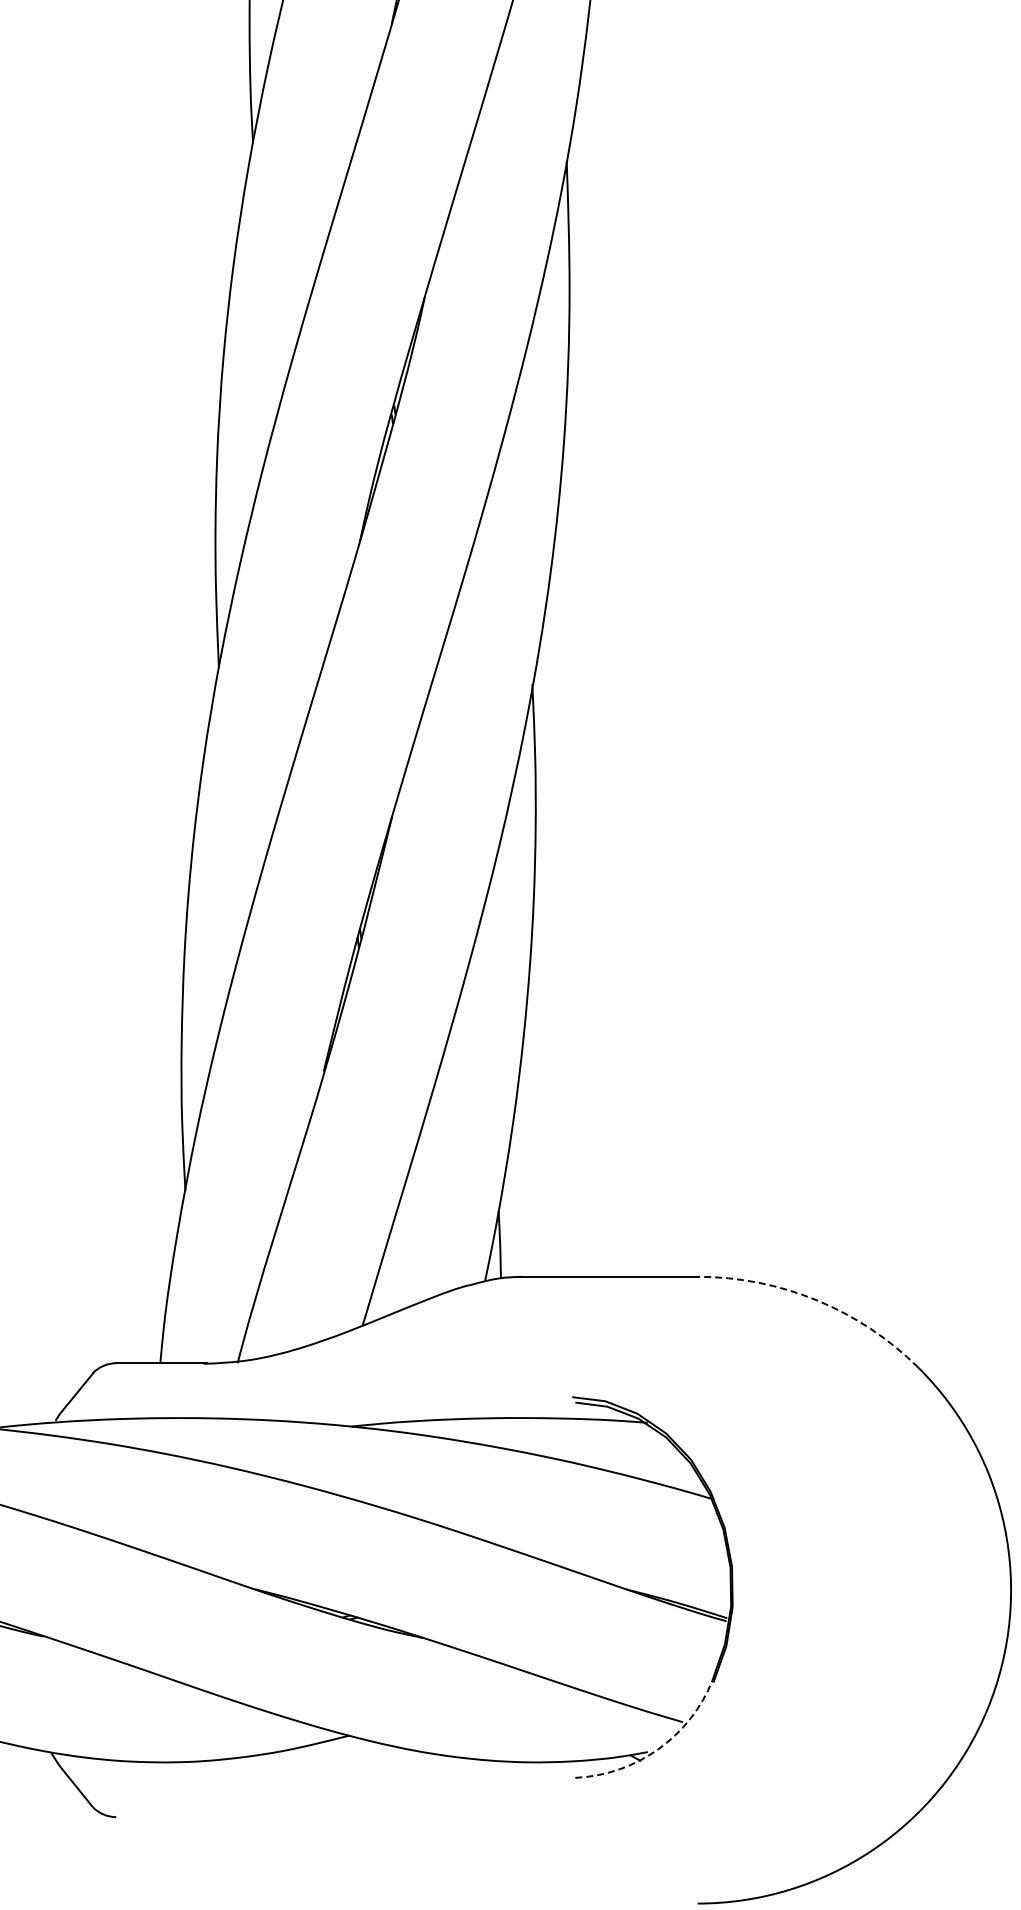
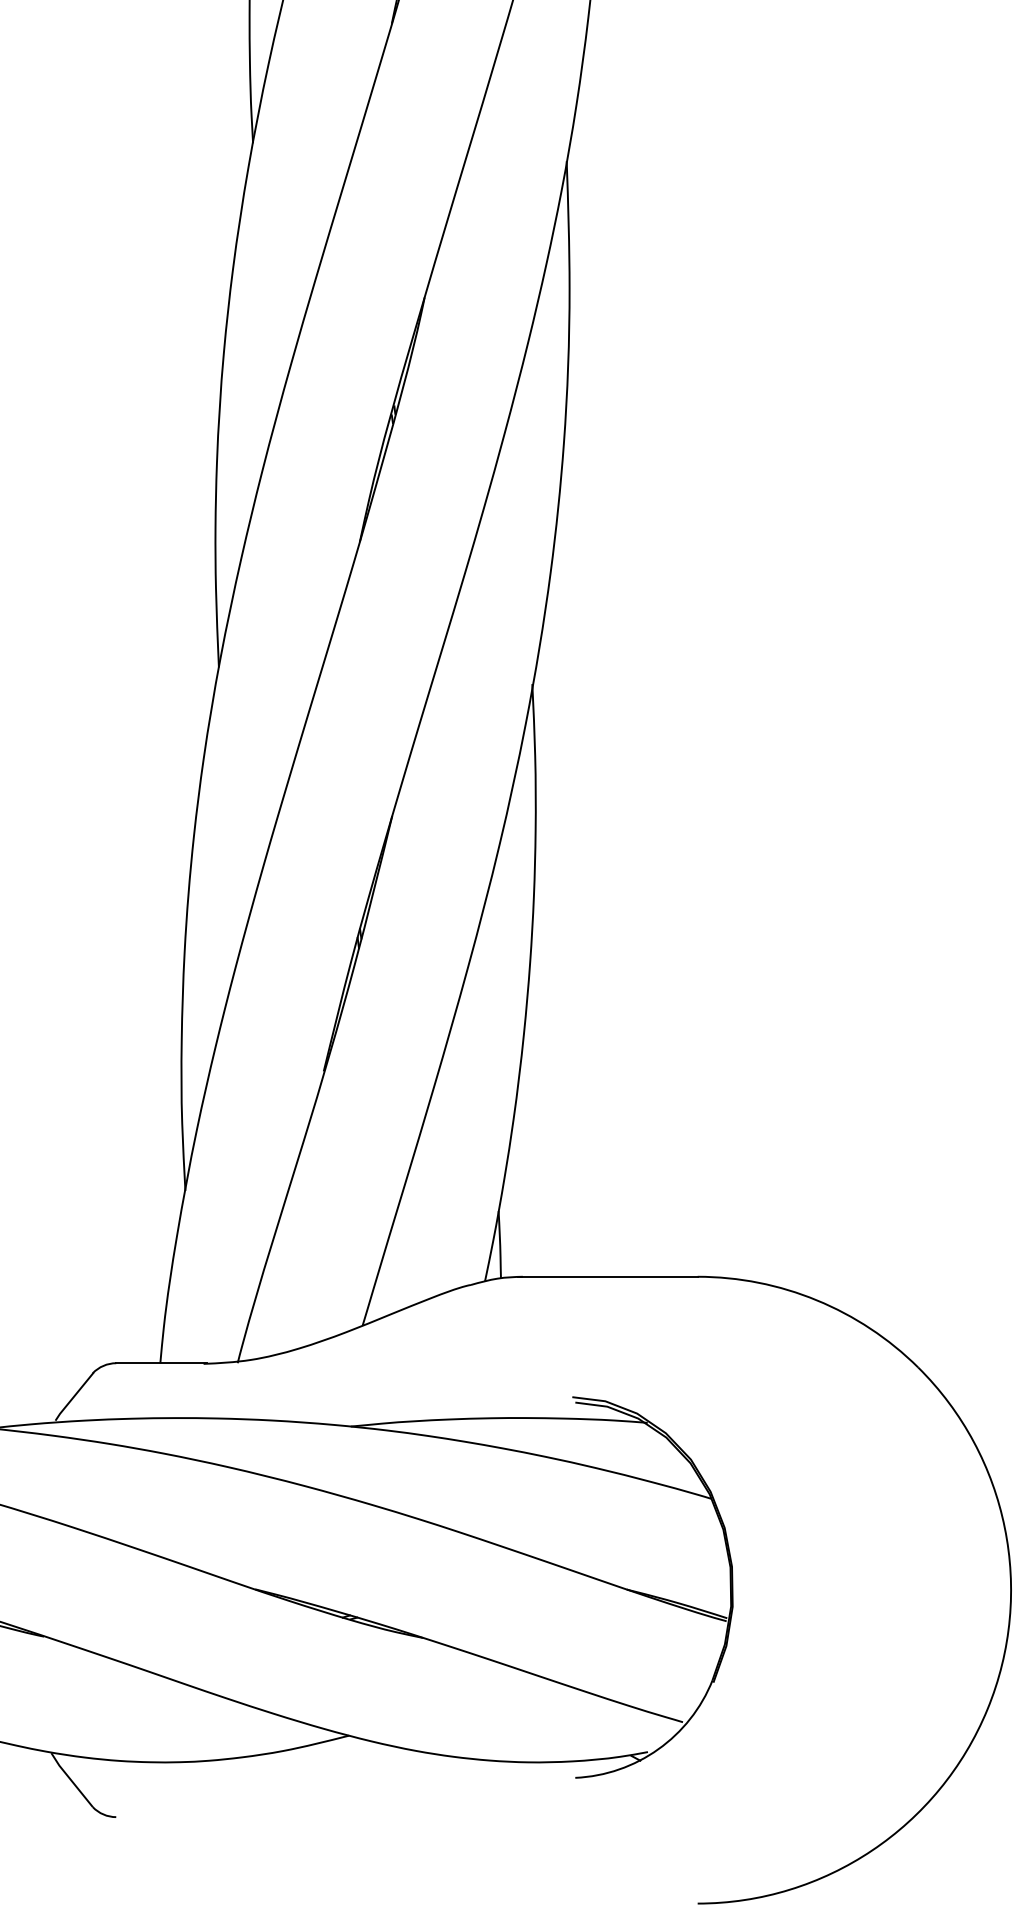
arc at (816, 1300): dashed -> solid
arc at (658, 1749): dashed -> solid
